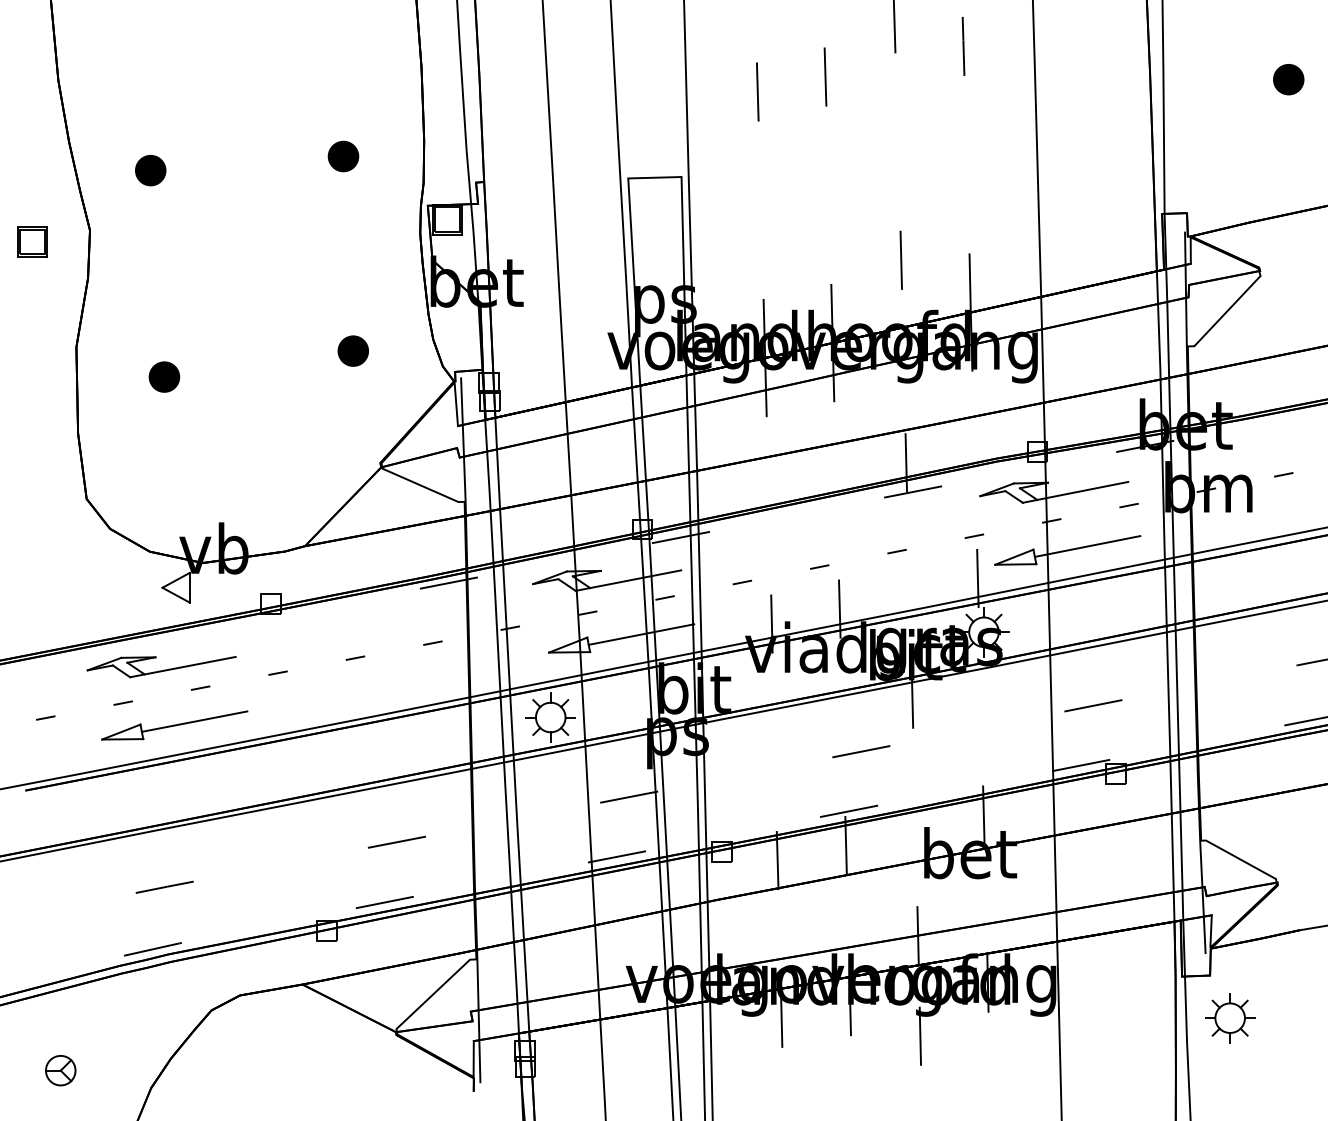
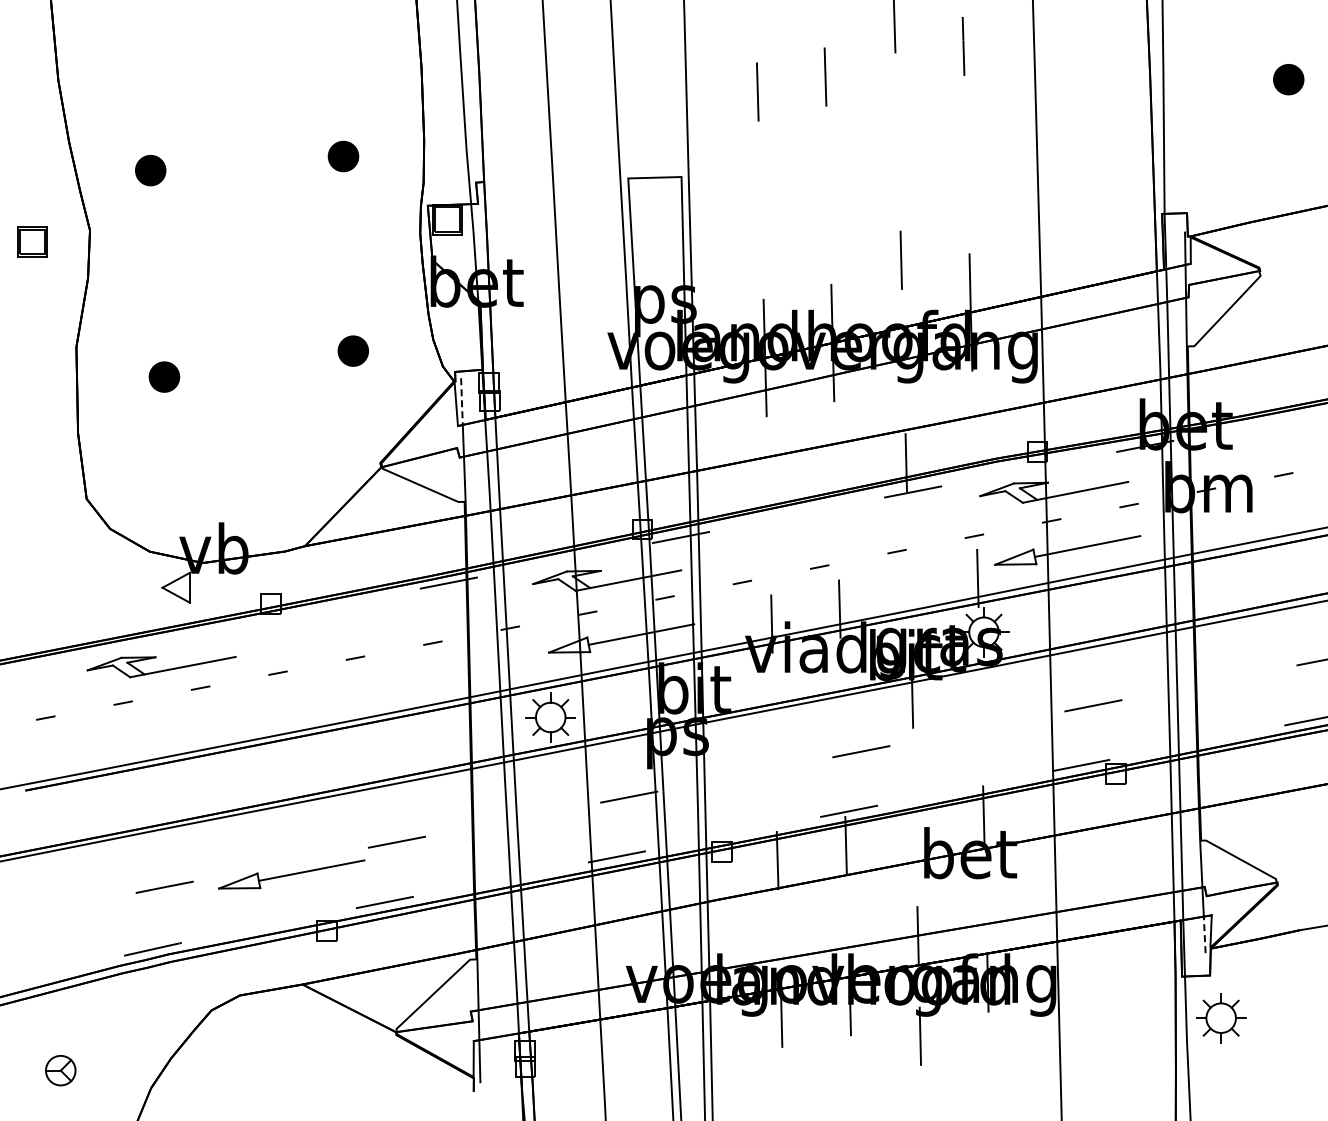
line at (461, 402): solid -> dashed
part at (174, 725) position: (174, 725) -> (291, 874)
line at (1204, 934): solid -> dashed
part at (1230, 1018) position: (1230, 1018) -> (1221, 1018)
